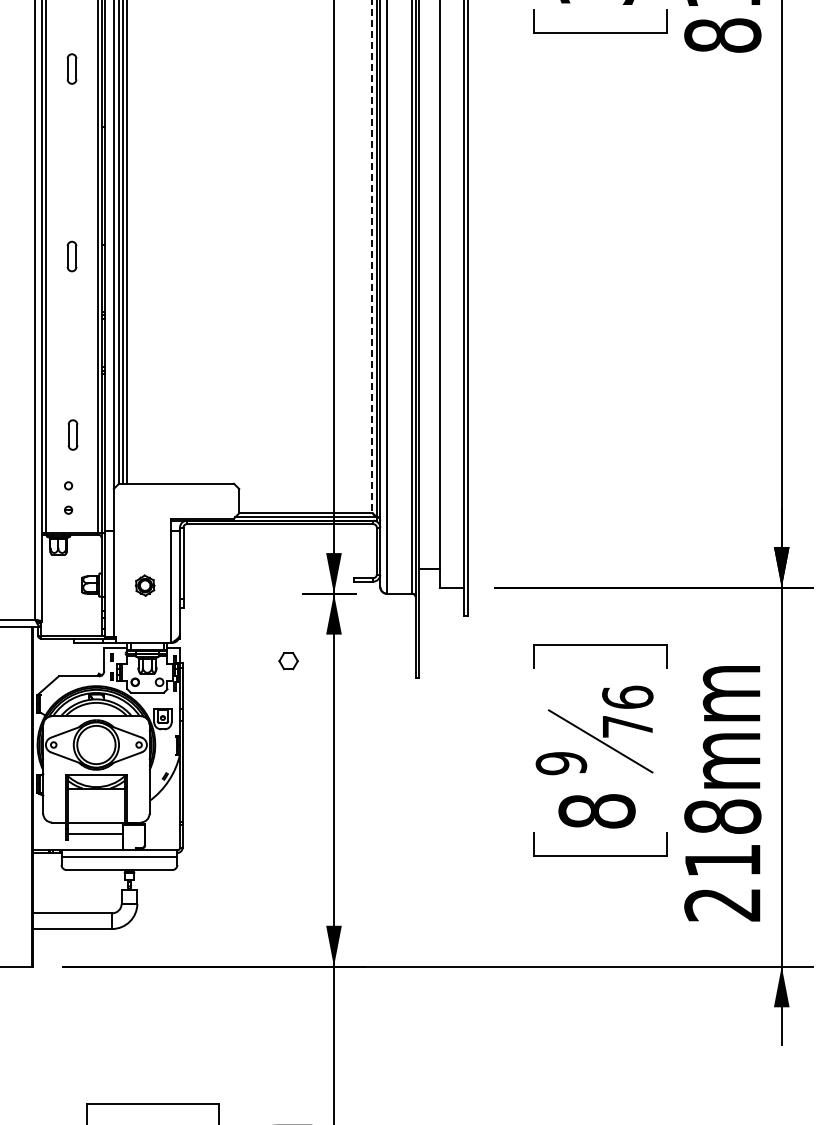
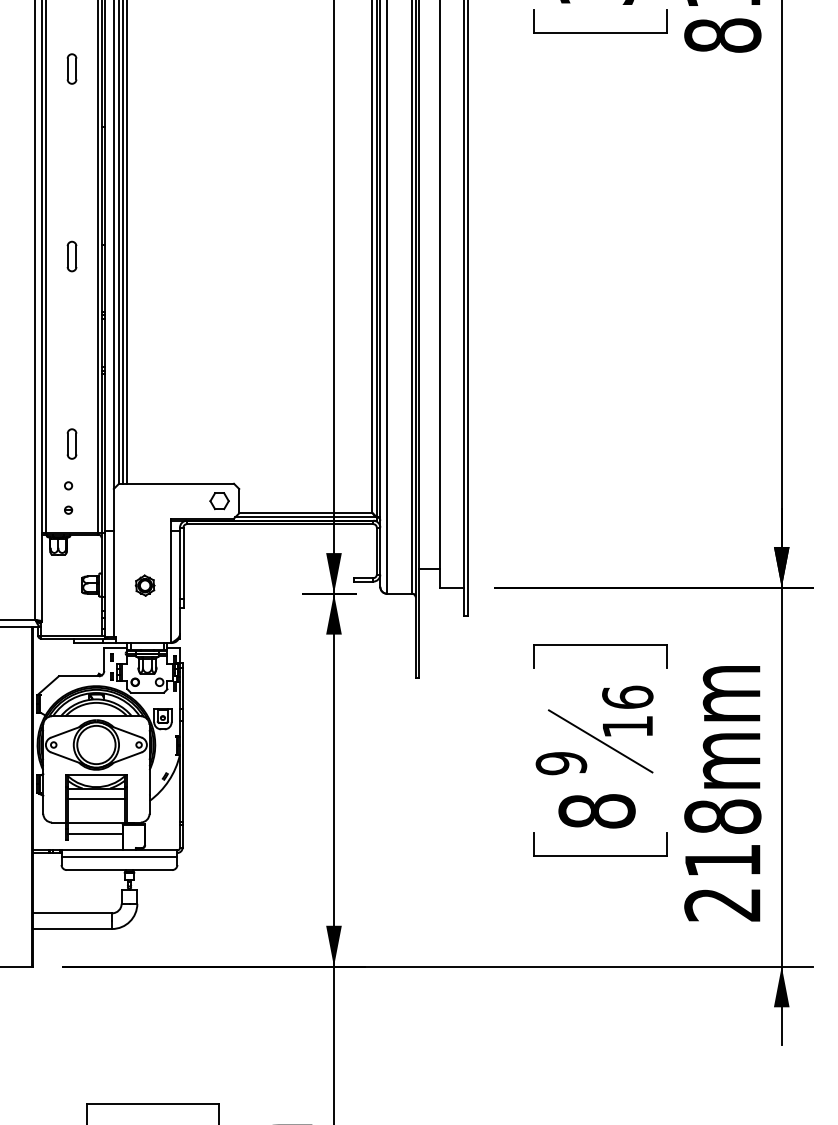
line at (372, 256): dashed -> solid
part at (72, 434) position: (72, 434) -> (71, 443)
part at (288, 661) position: (288, 661) -> (219, 501)
text at (627, 726): 76 -> 16
line at (96, 799): none -> present
